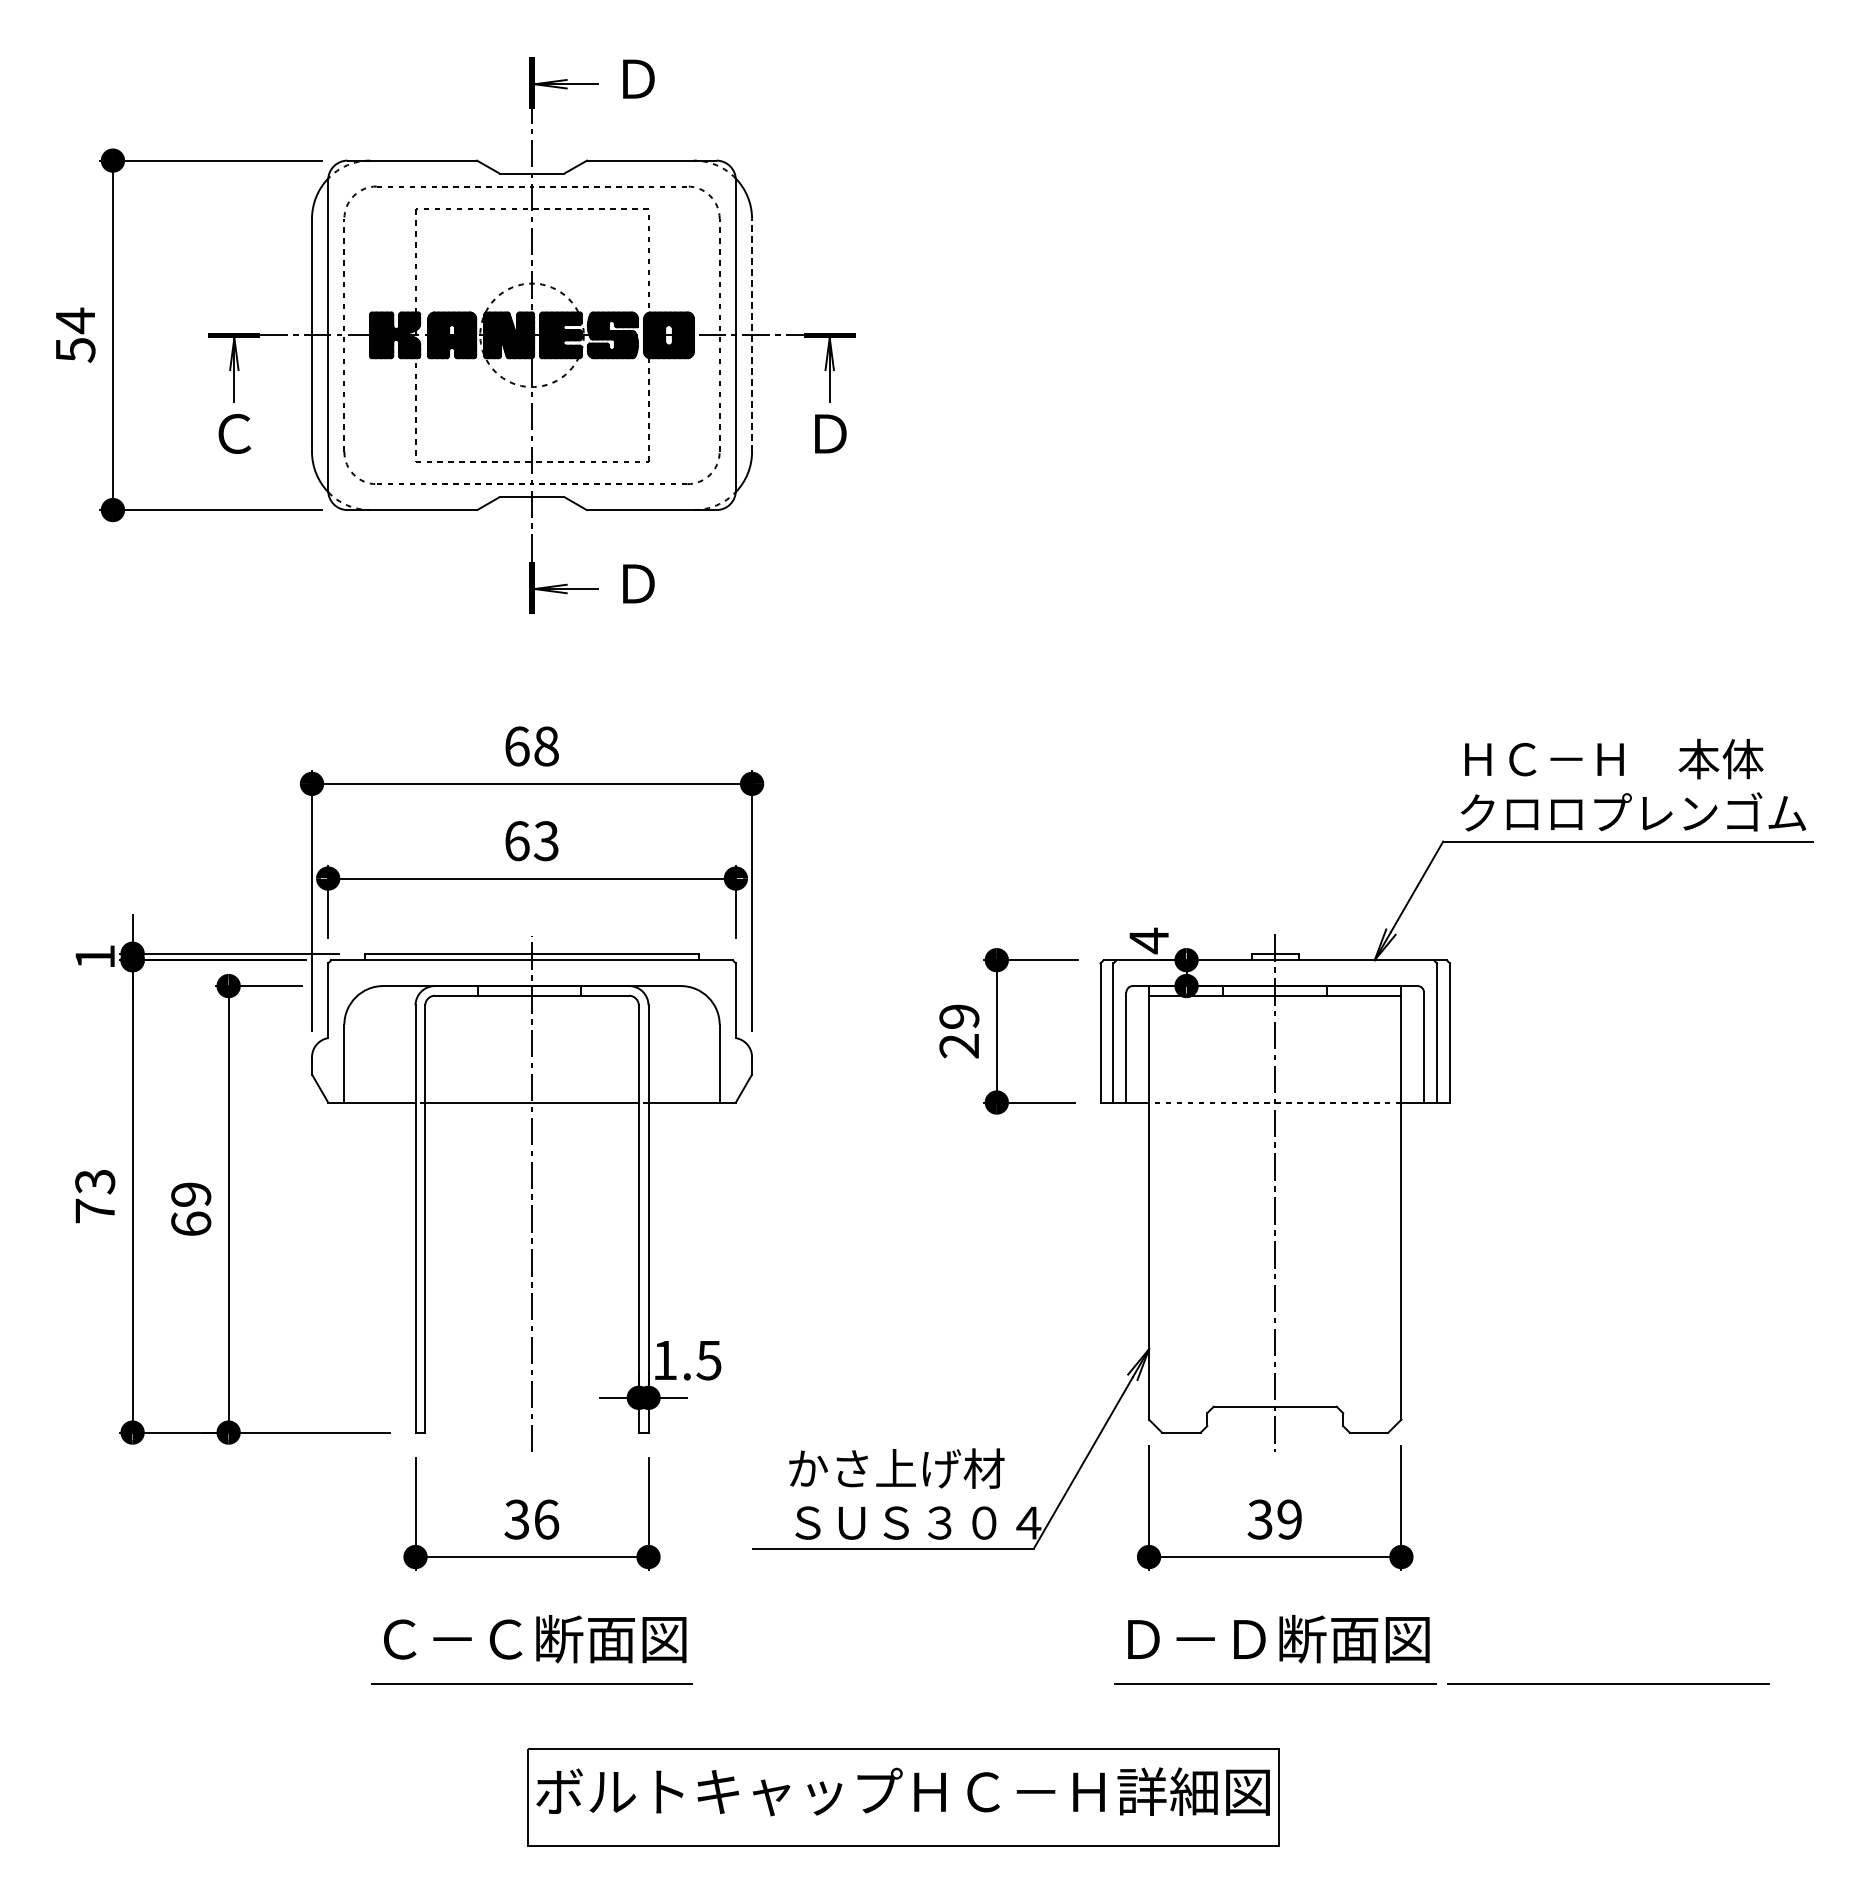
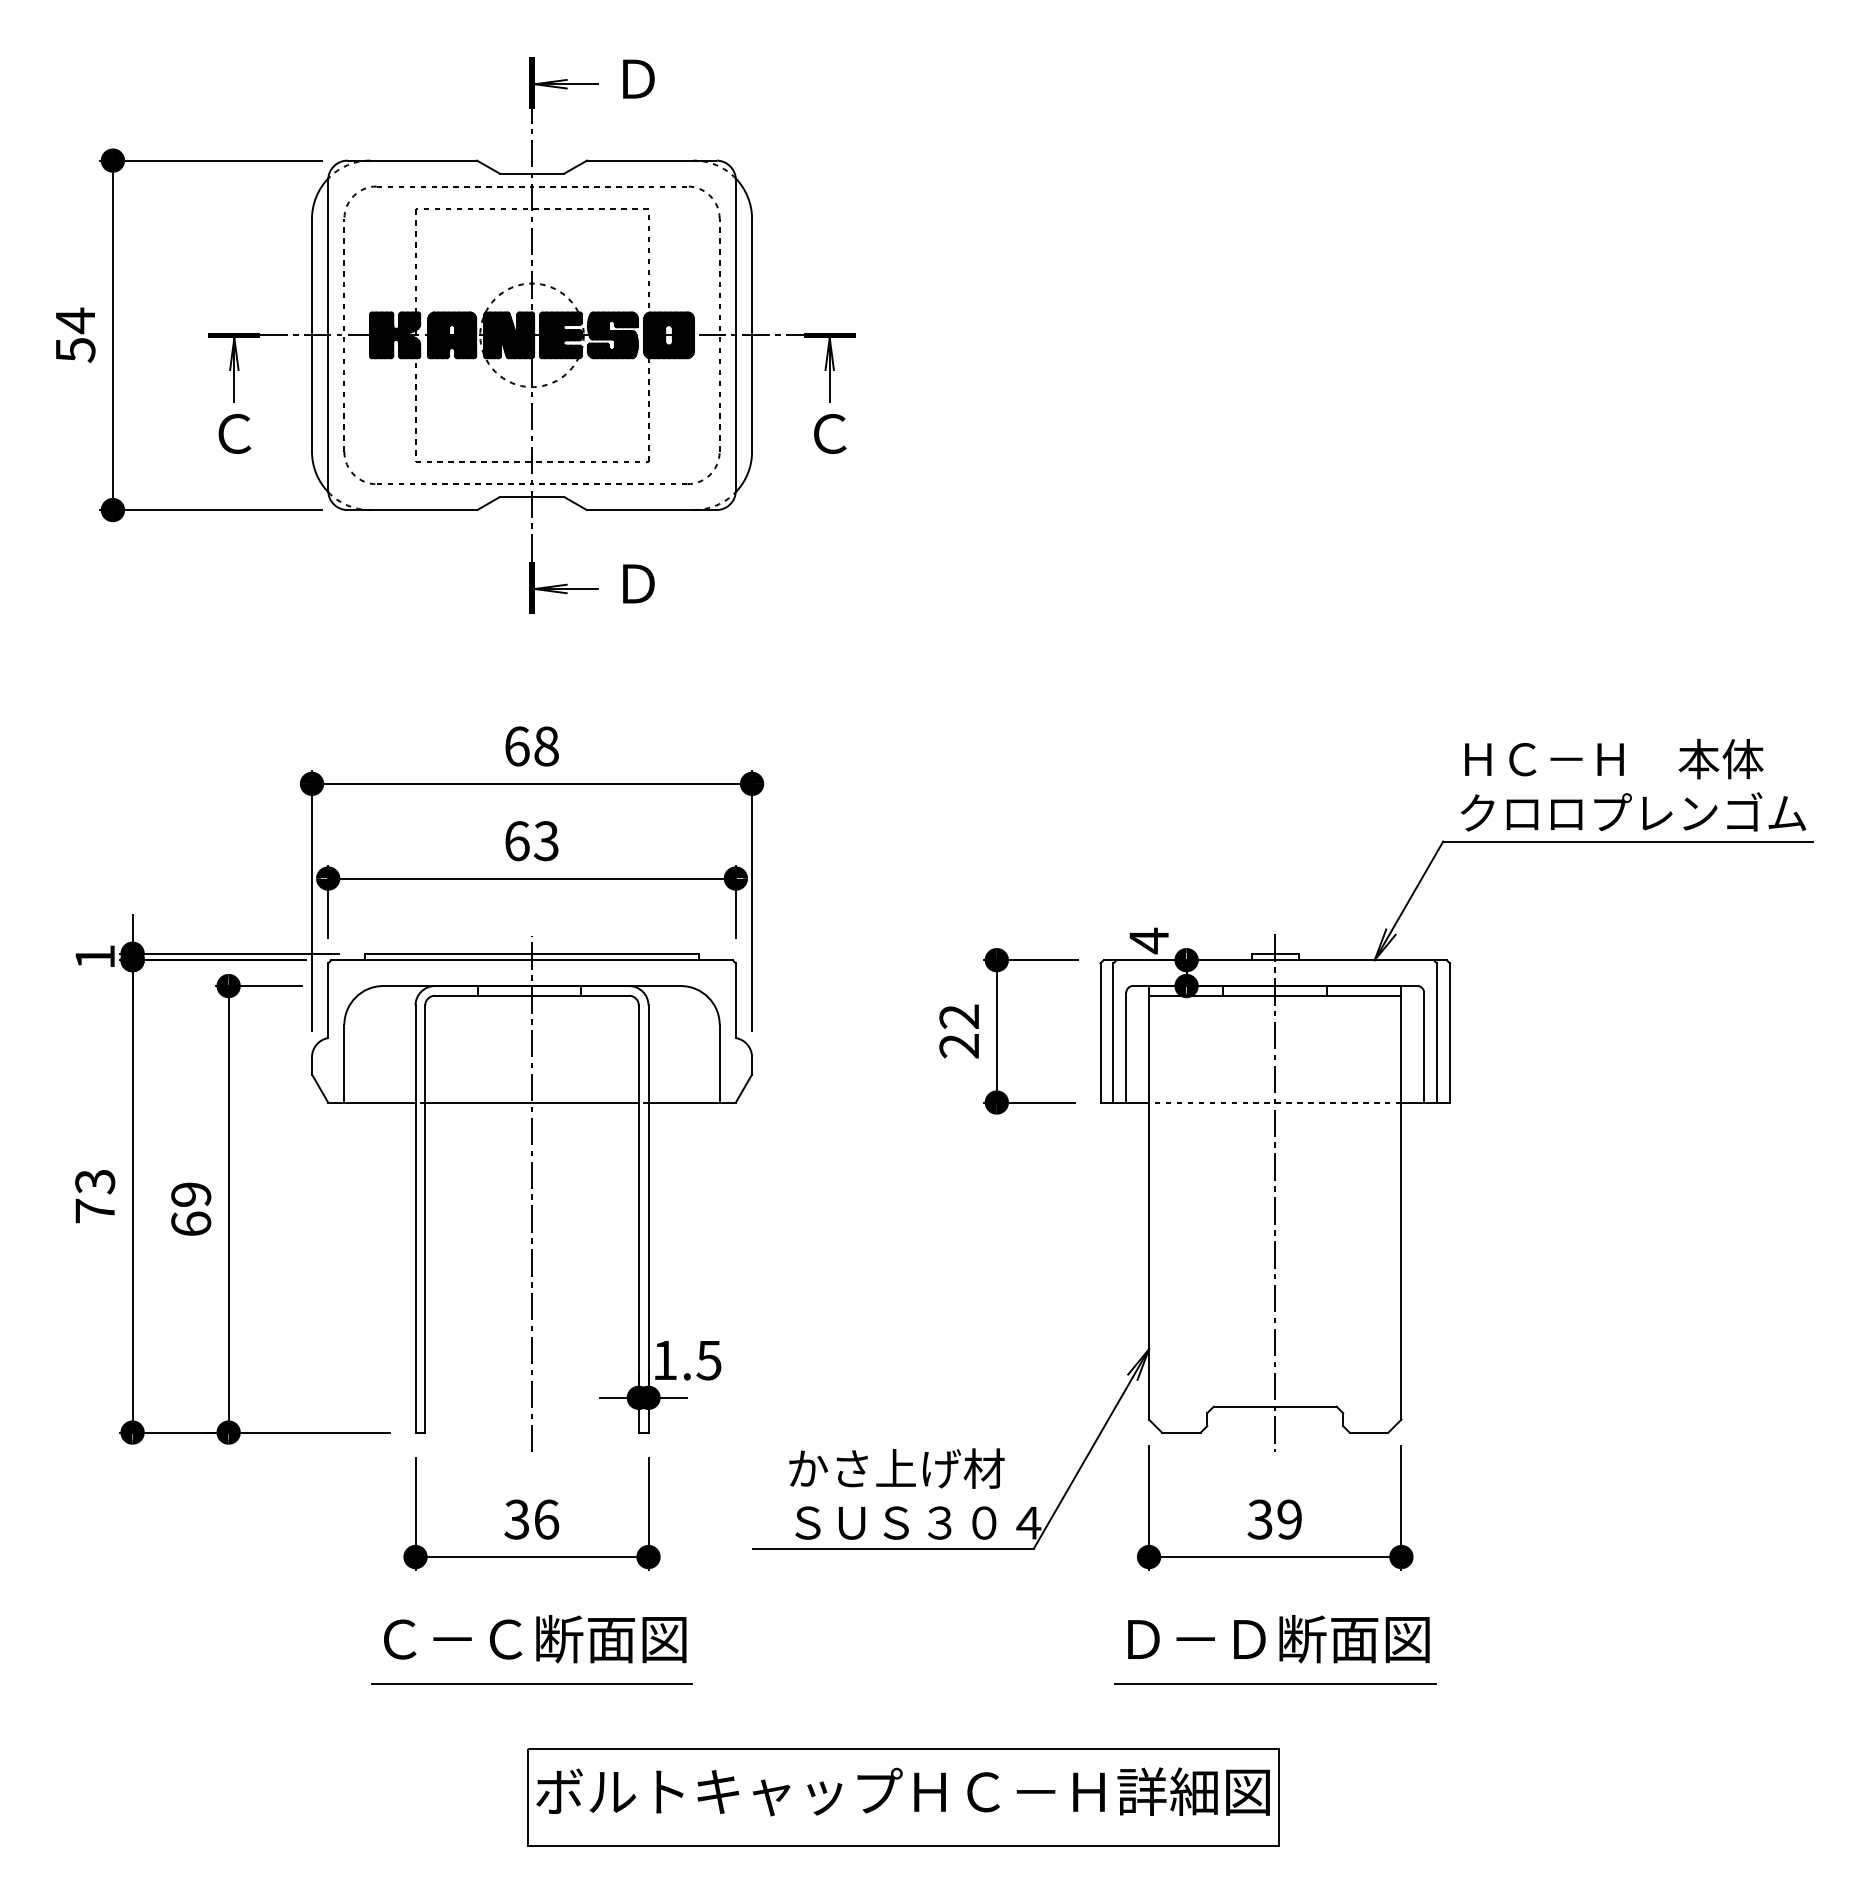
line at (752, 334): dashed -> solid
text at (830, 433): Ｄ -> Ｃ
text at (959, 1016): 29 -> 22
line at (1608, 1683): present -> none
